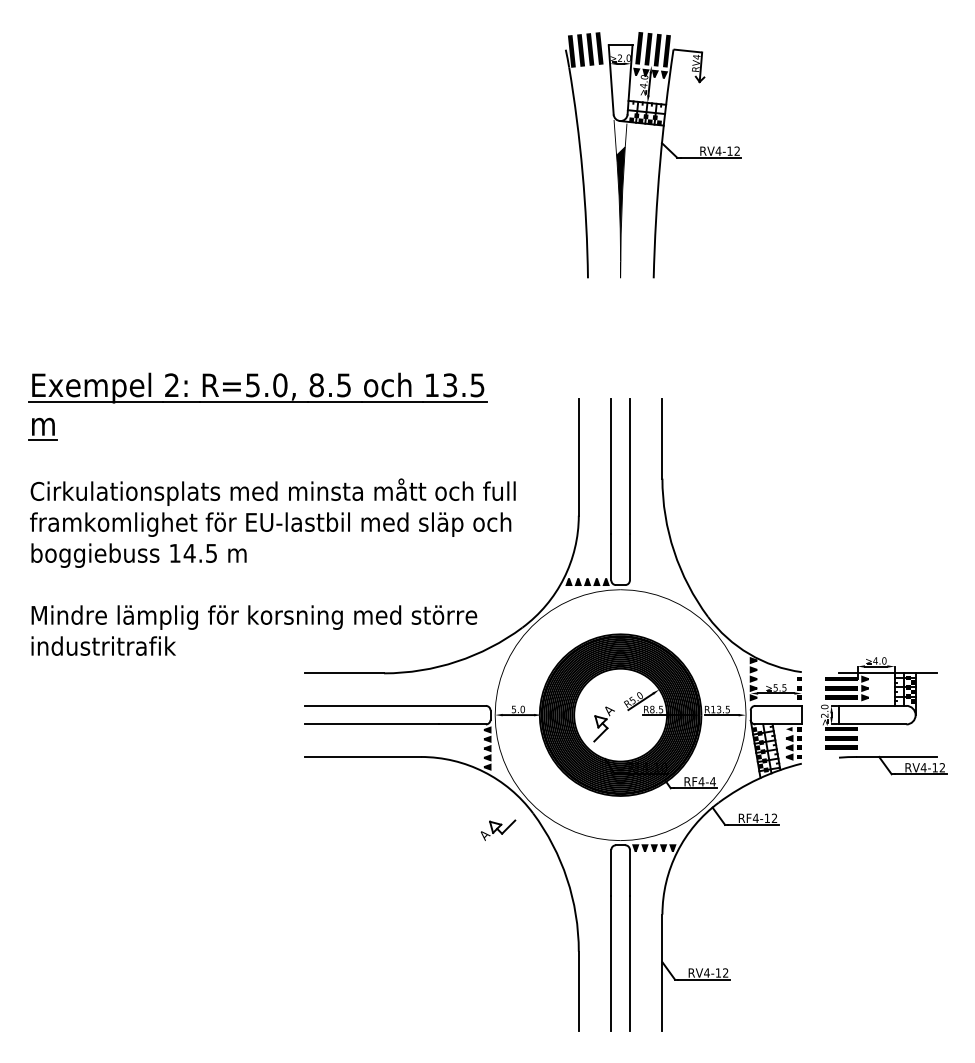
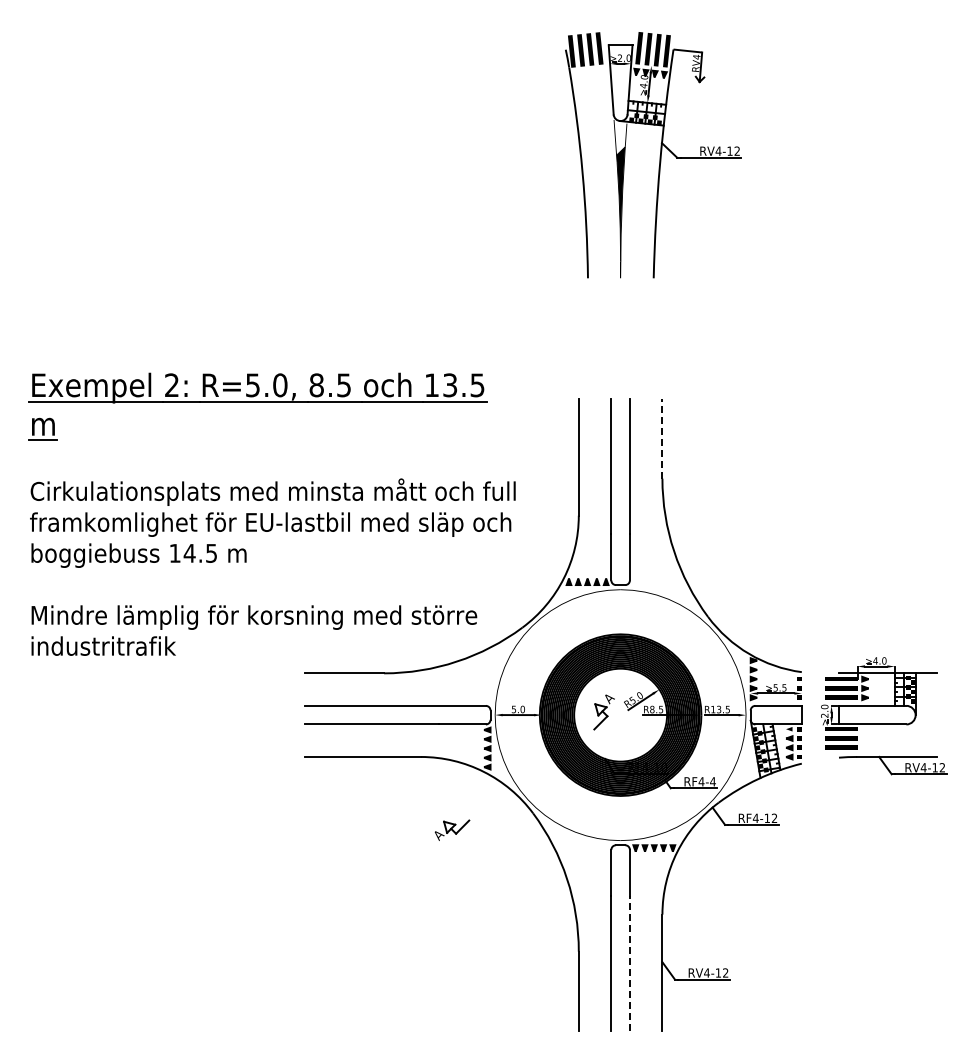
line at (662, 438): solid -> dashed
part at (603, 724) position: (603, 724) -> (603, 712)
part at (498, 829) position: (498, 829) -> (452, 829)
line at (629, 963): solid -> dashed
